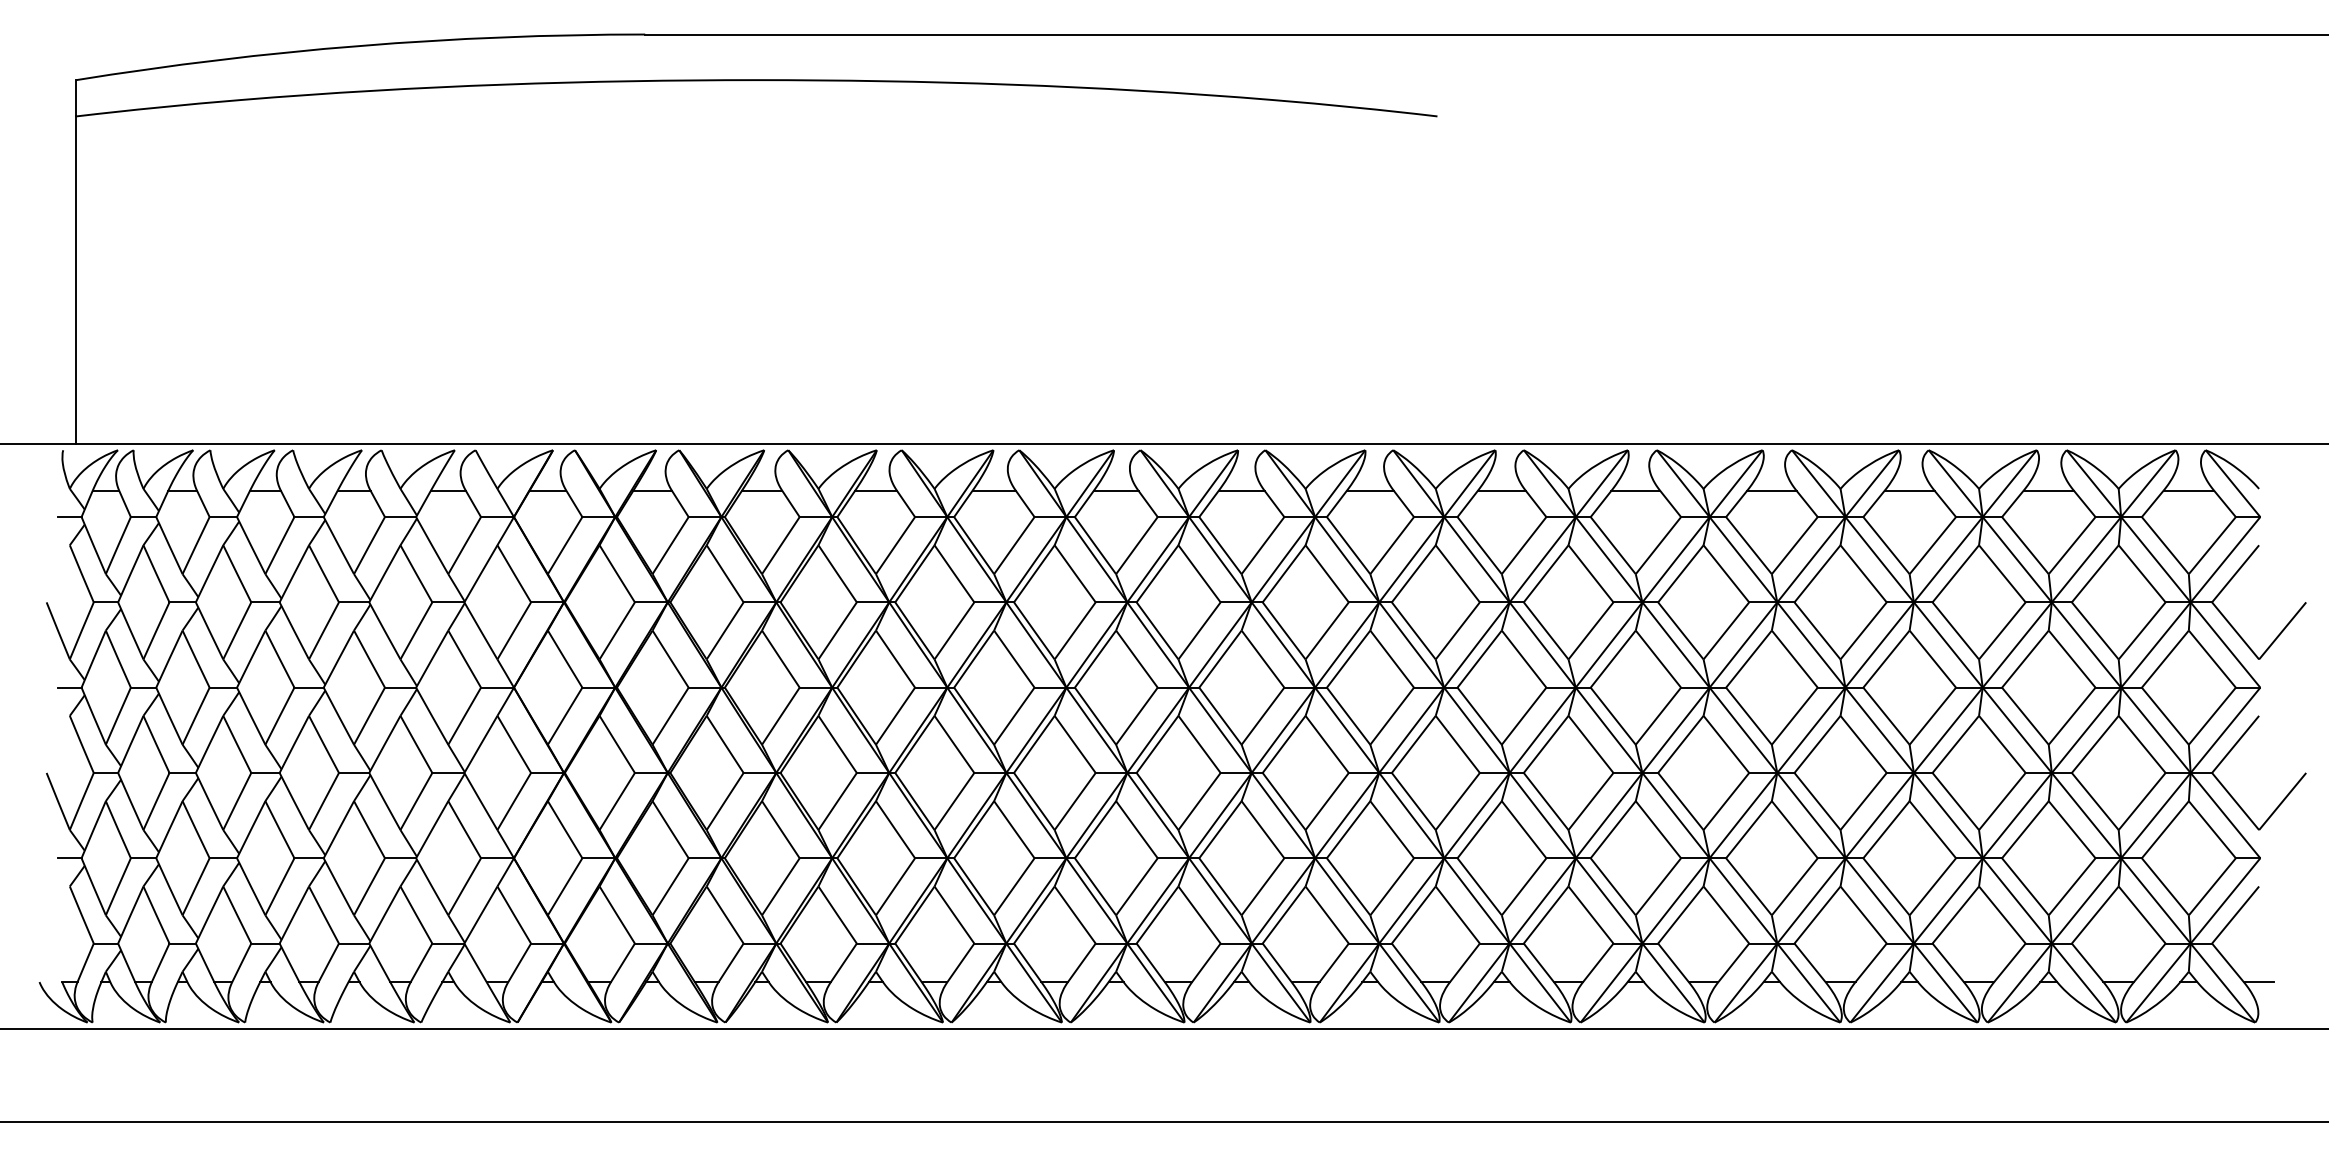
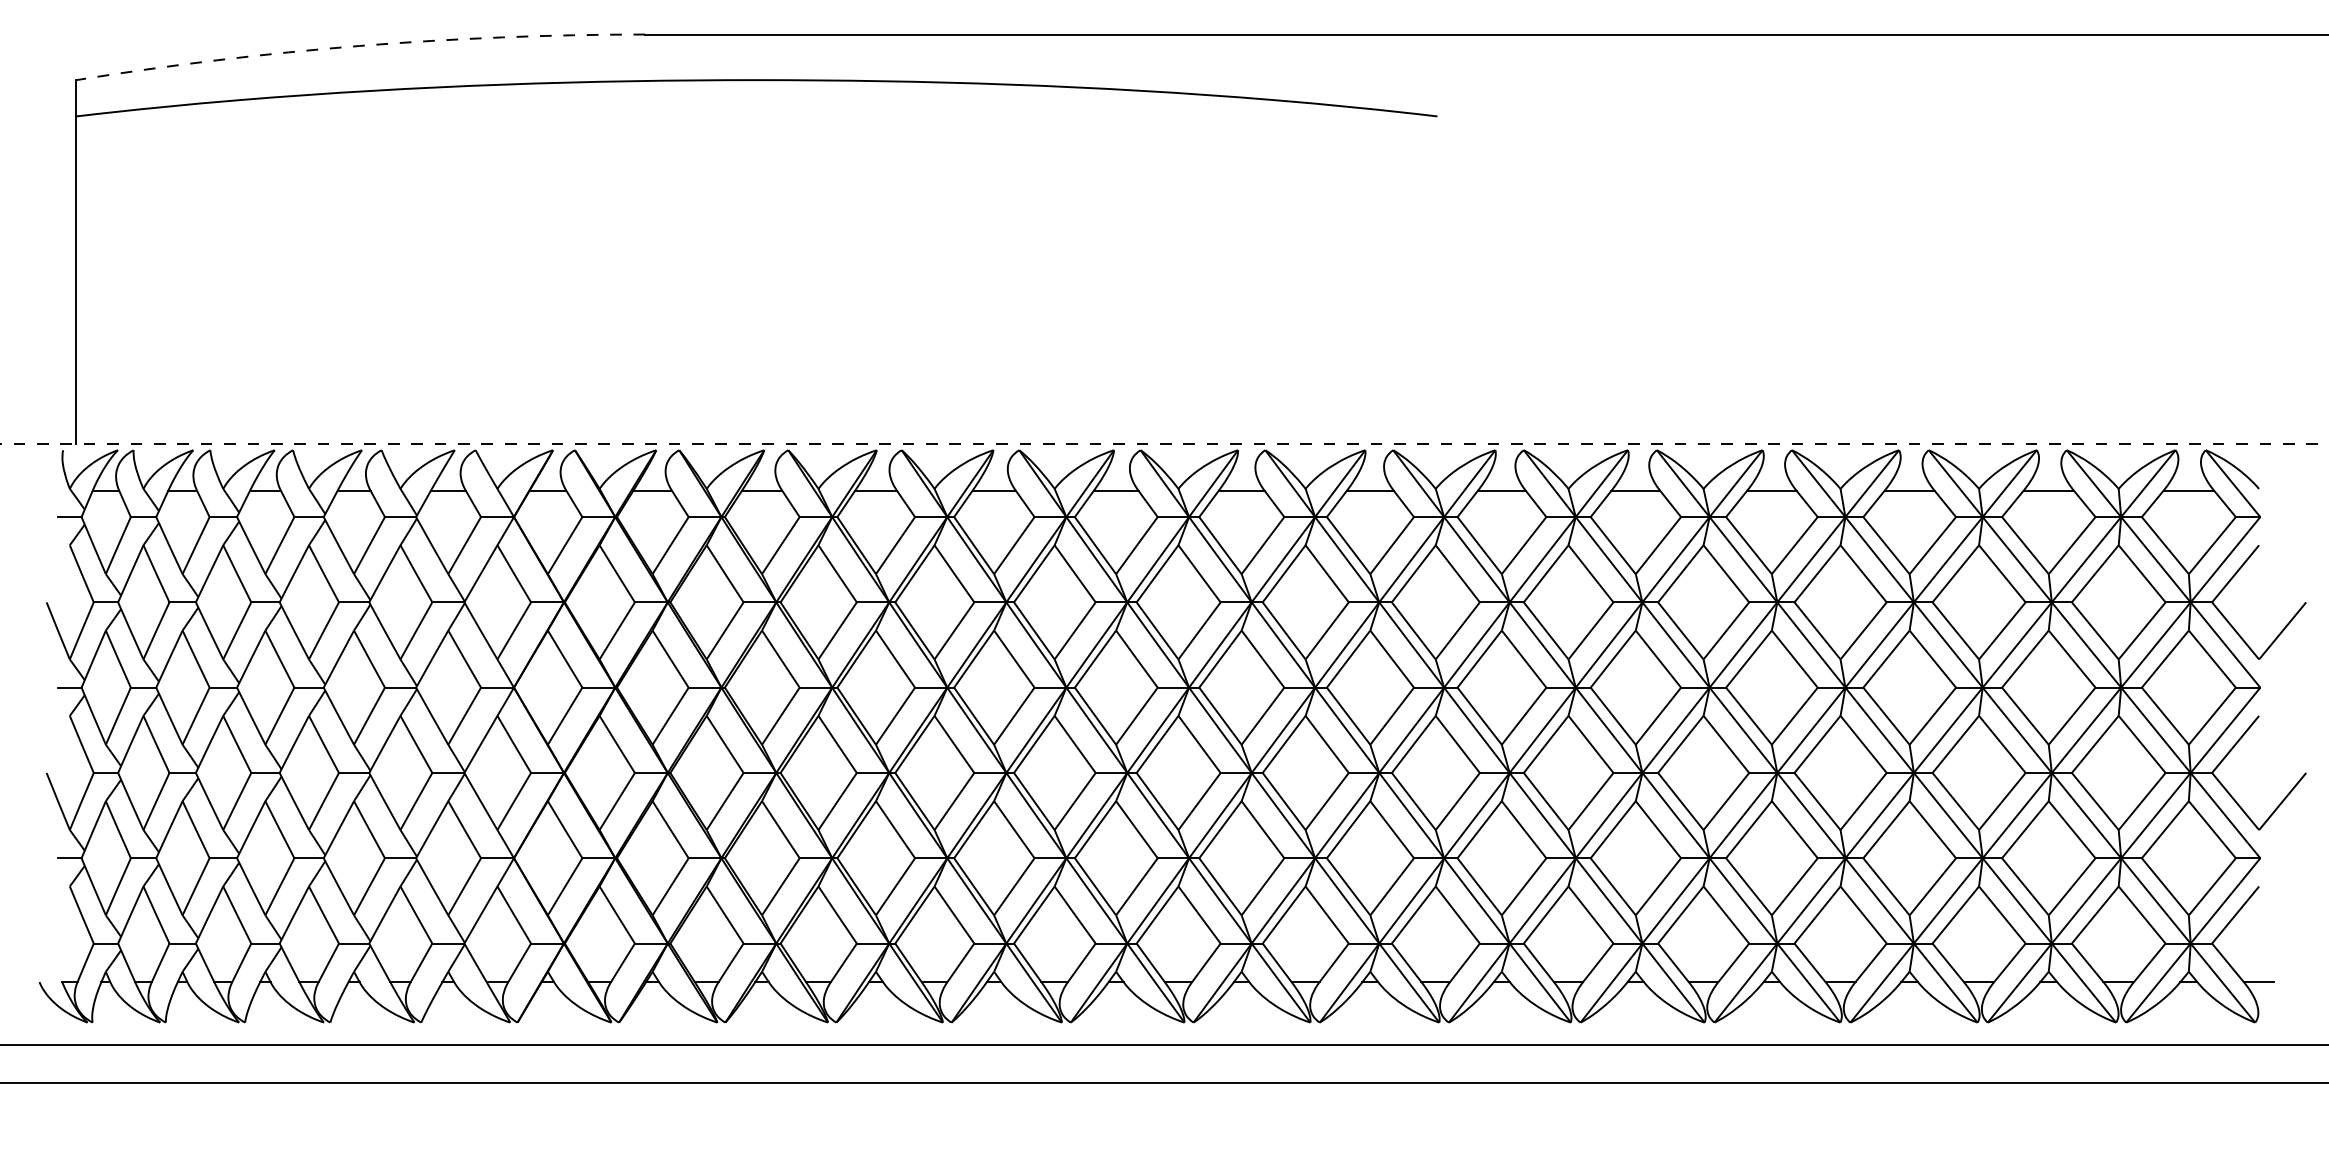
arc at (359, 45): solid -> dashed
line at (1165, 443): solid -> dashed
line at (1163, 1028) position: (1163, 1028) -> (1163, 1044)
line at (1163, 1122) position: (1163, 1122) -> (1163, 1083)
